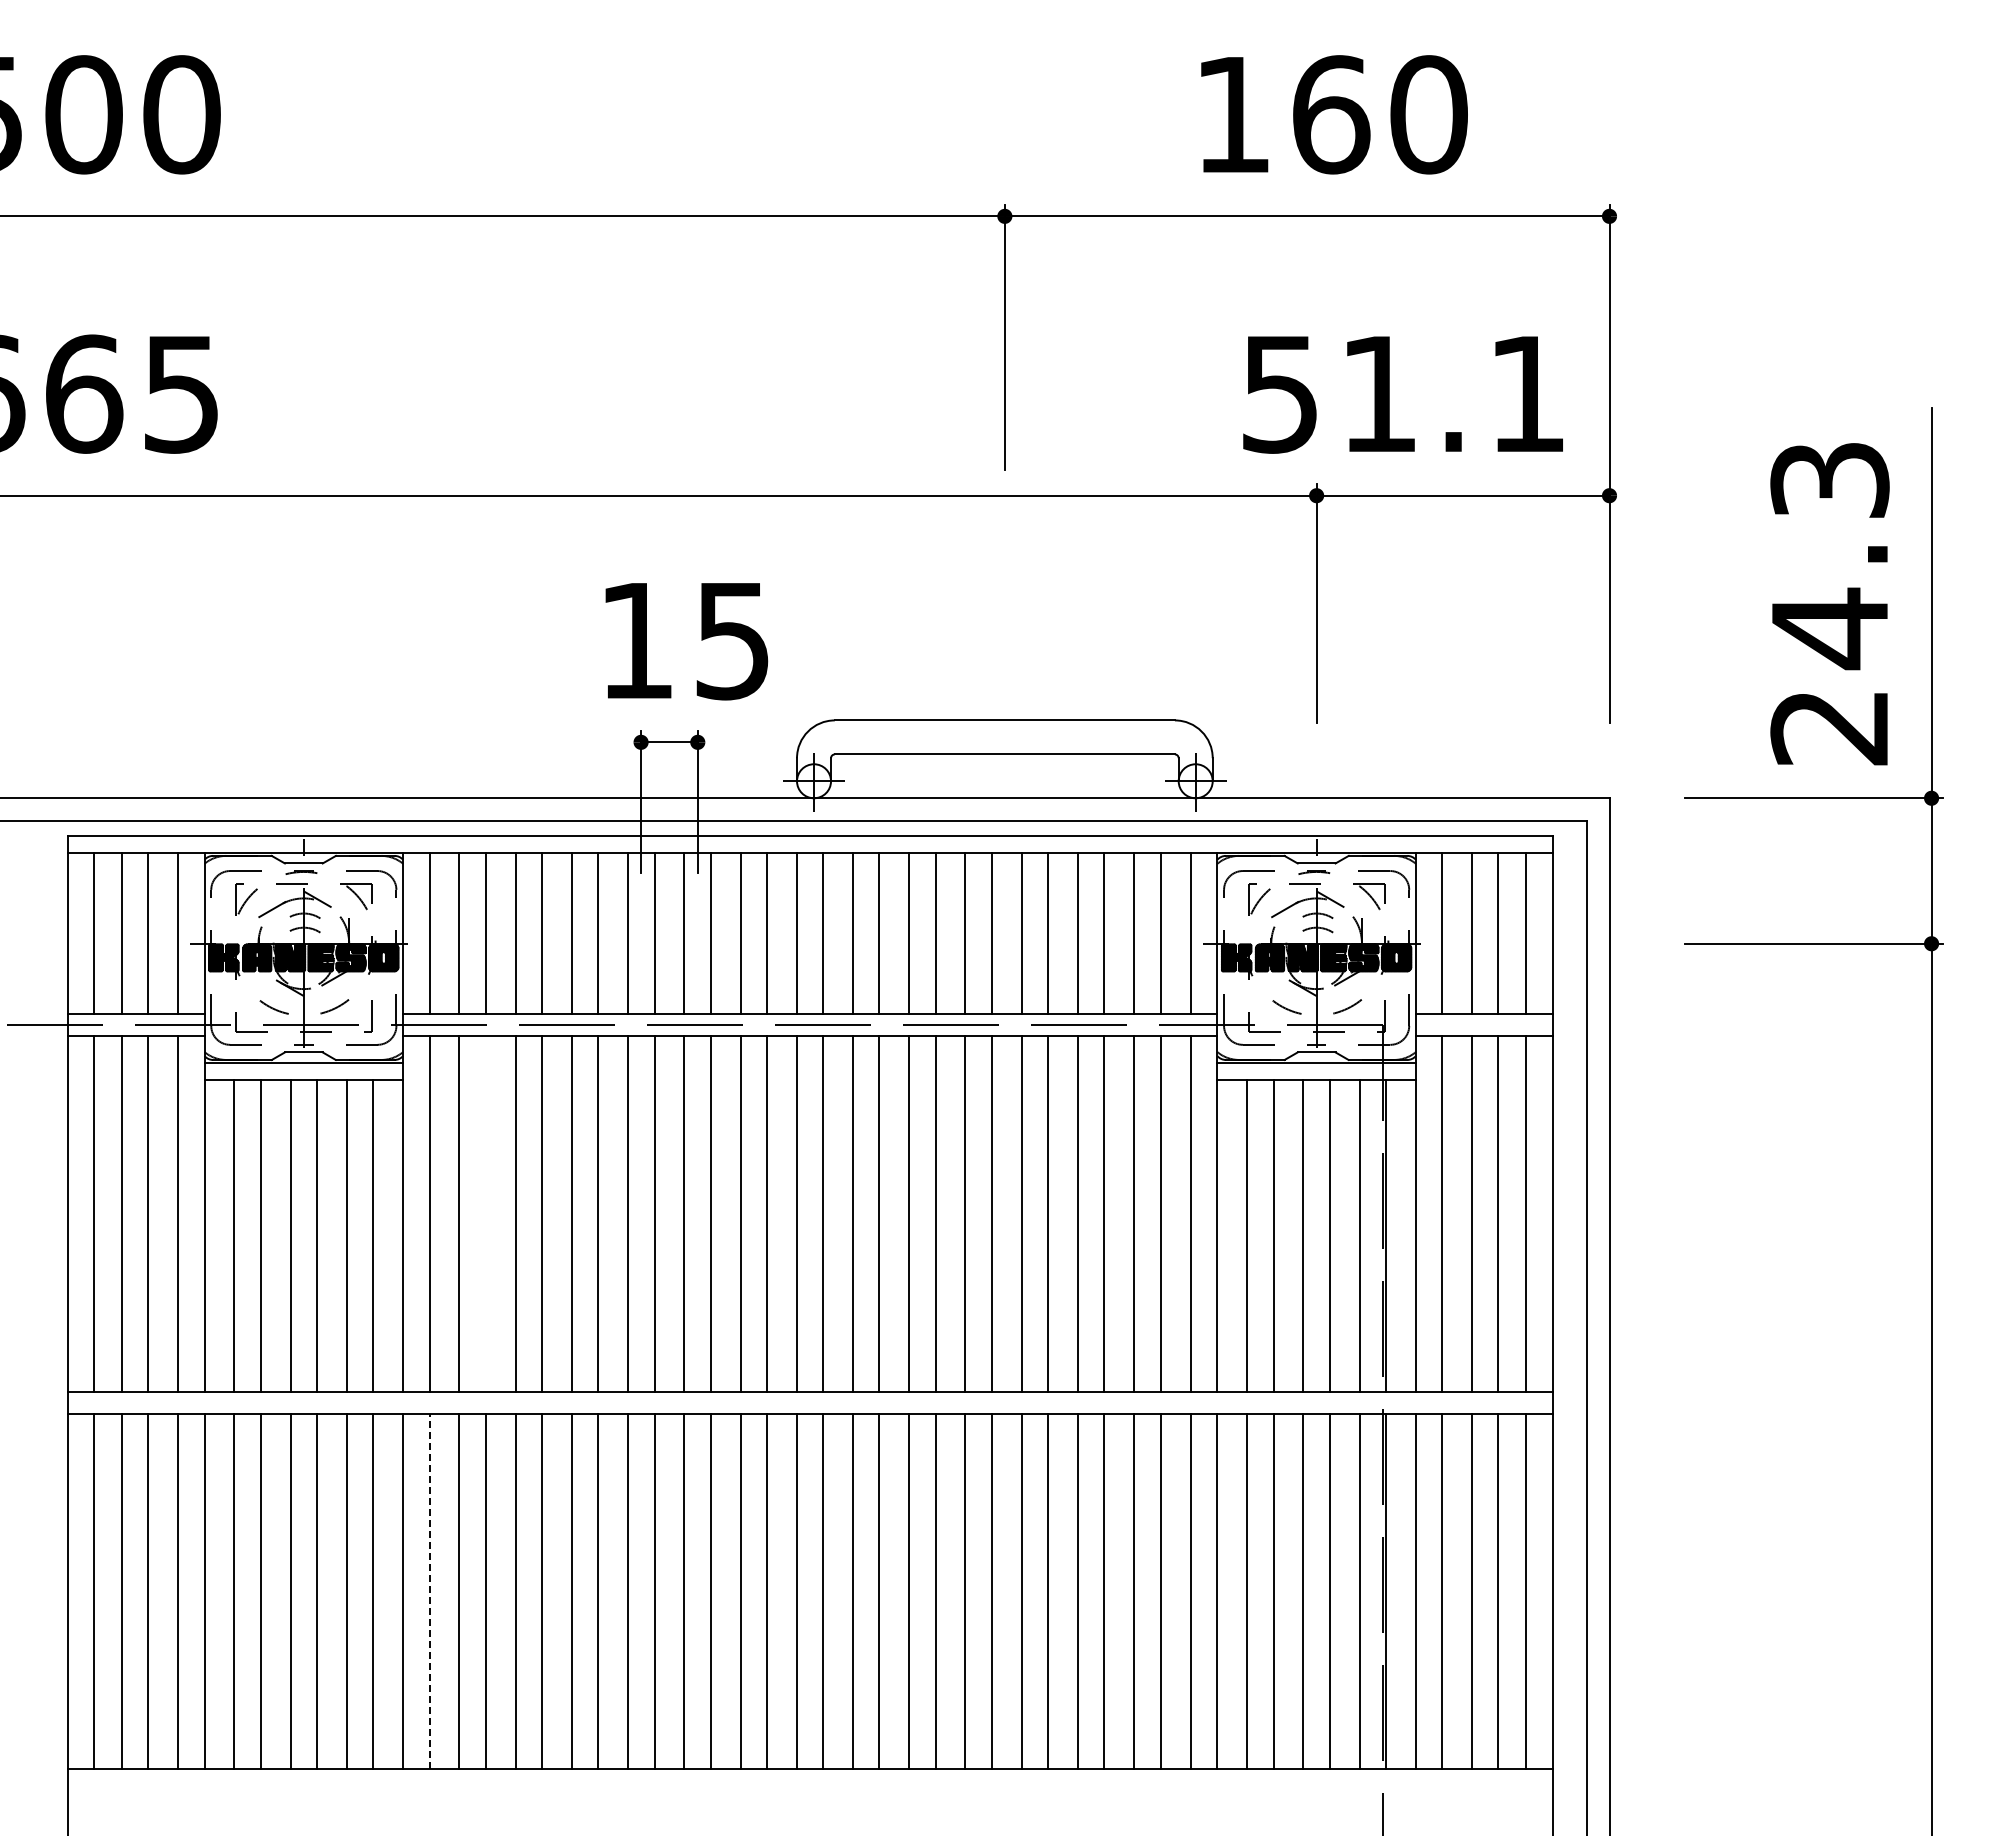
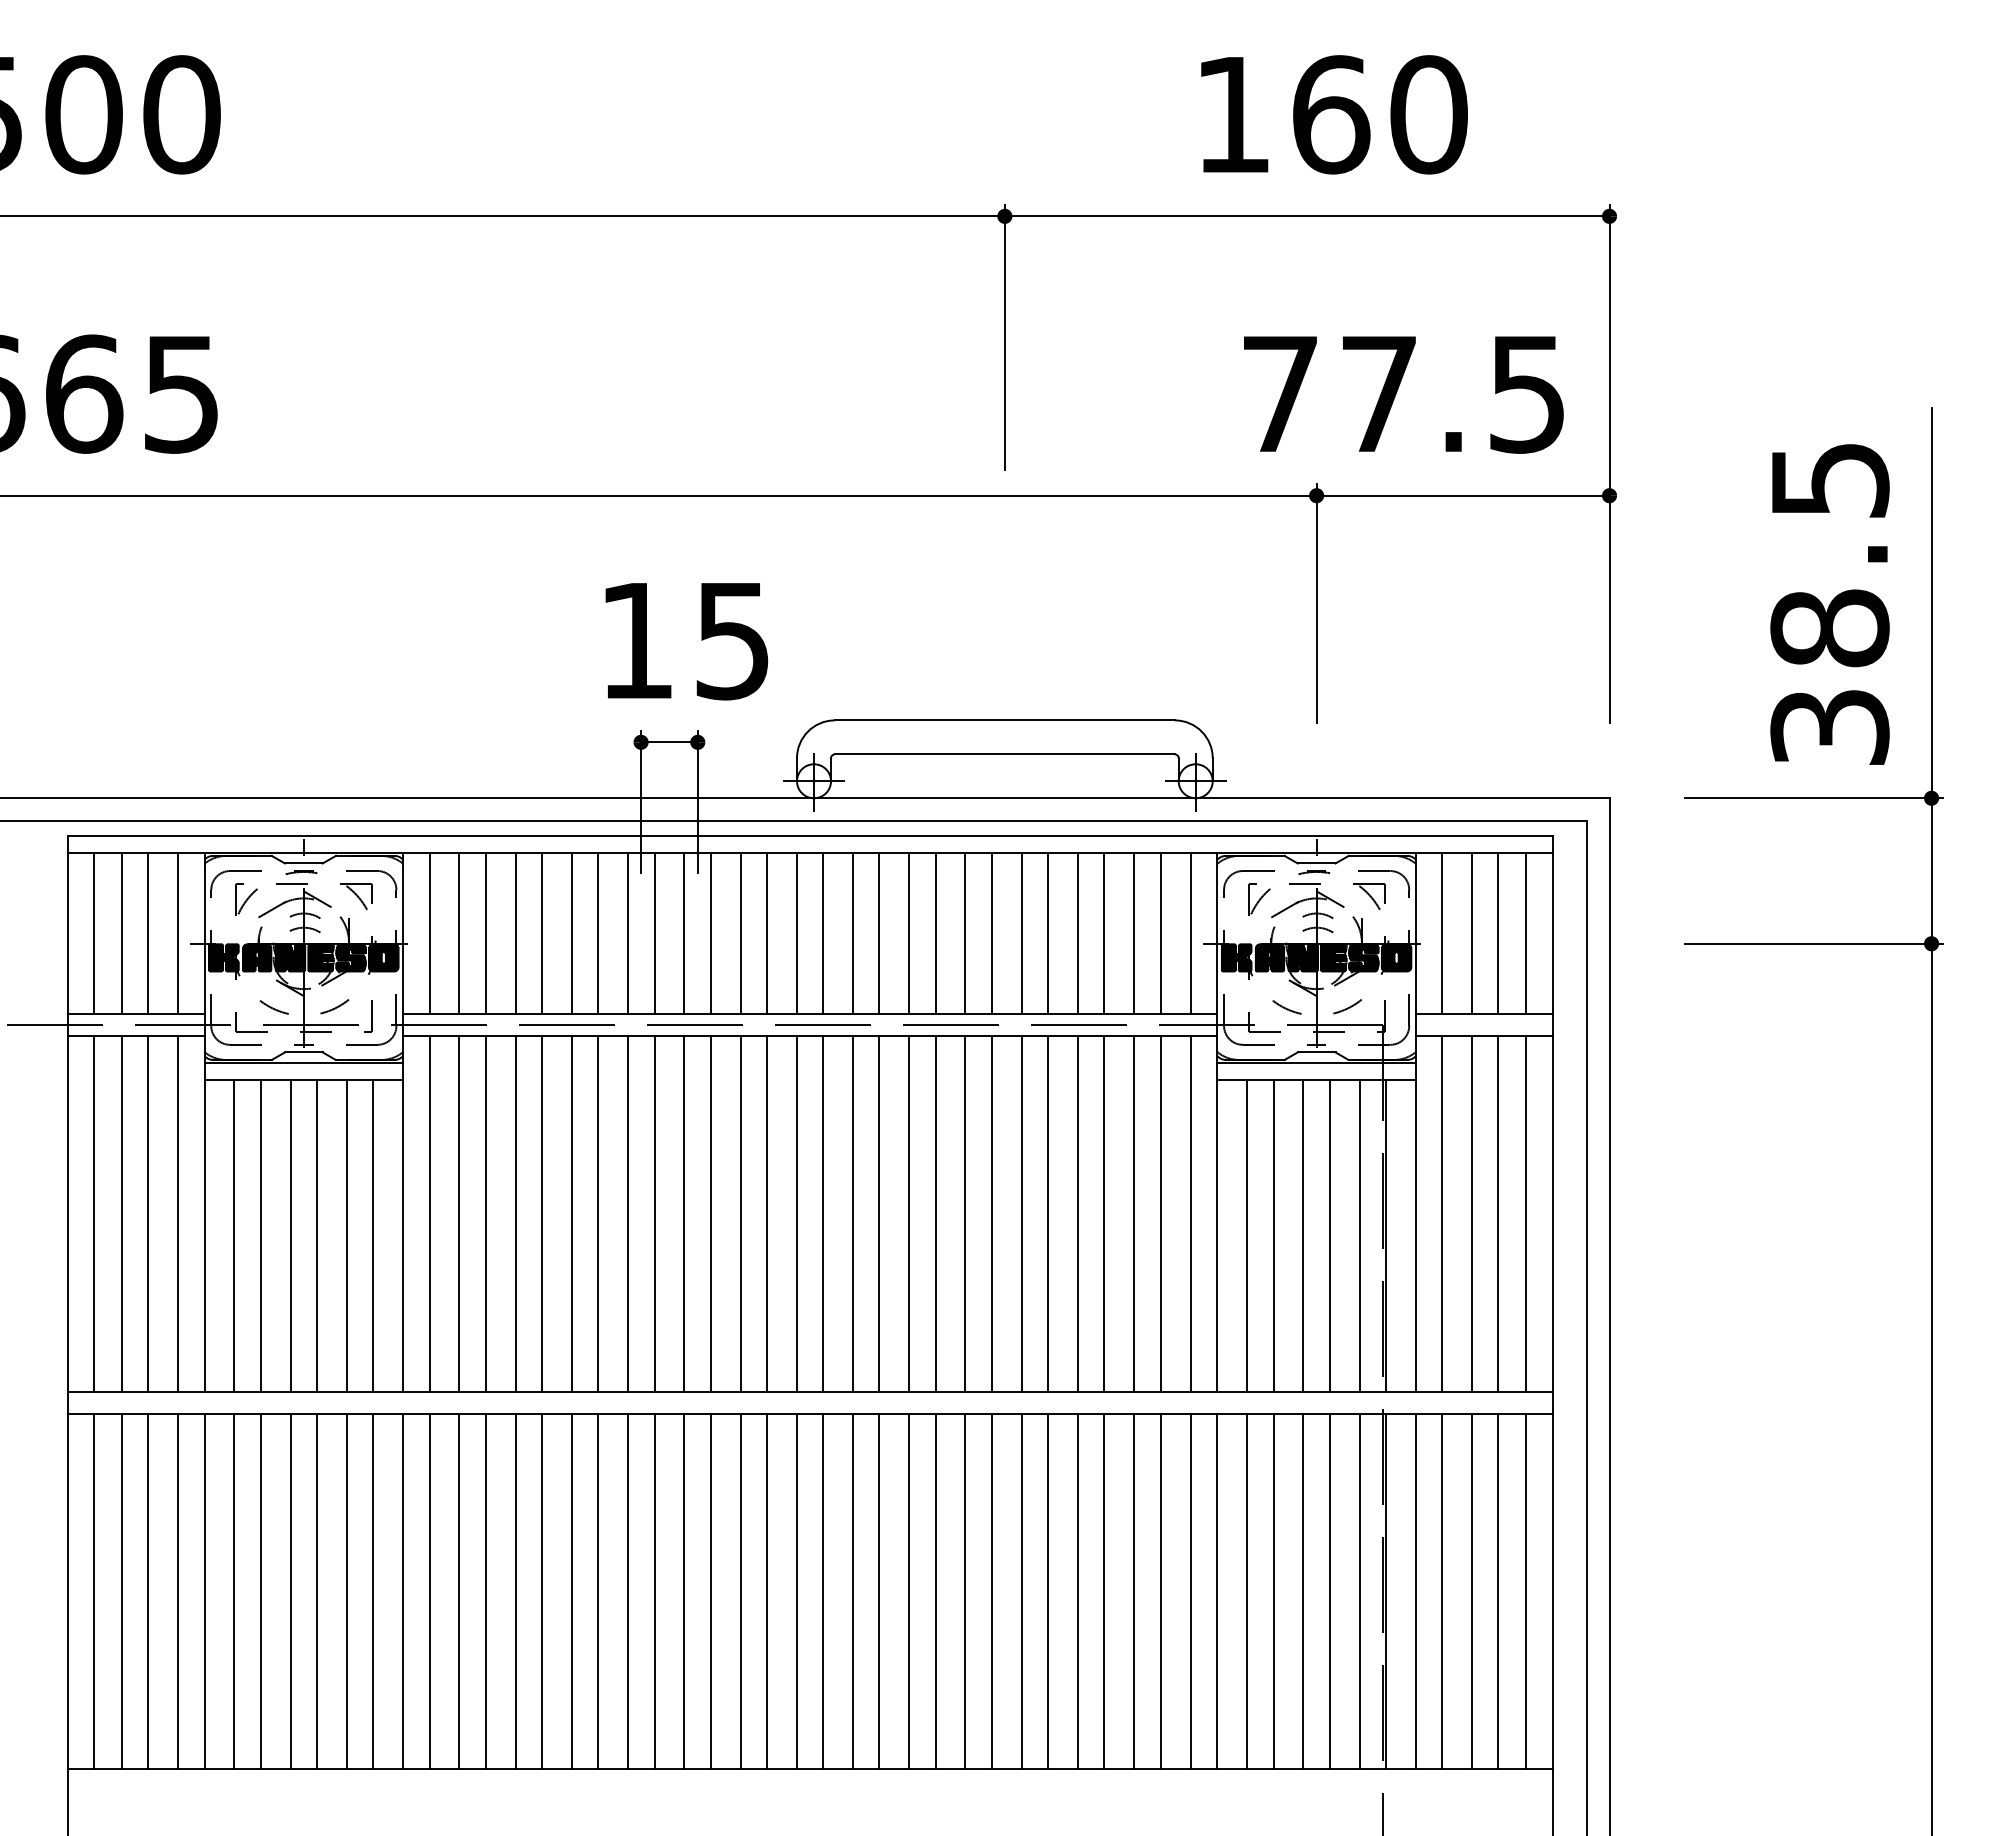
text at (1403, 394): 51.1 -> 77.5
text at (1829, 604): 24.3 -> 38.5
line at (485, 1213): none -> present
line at (429, 1591): dashed -> solid
